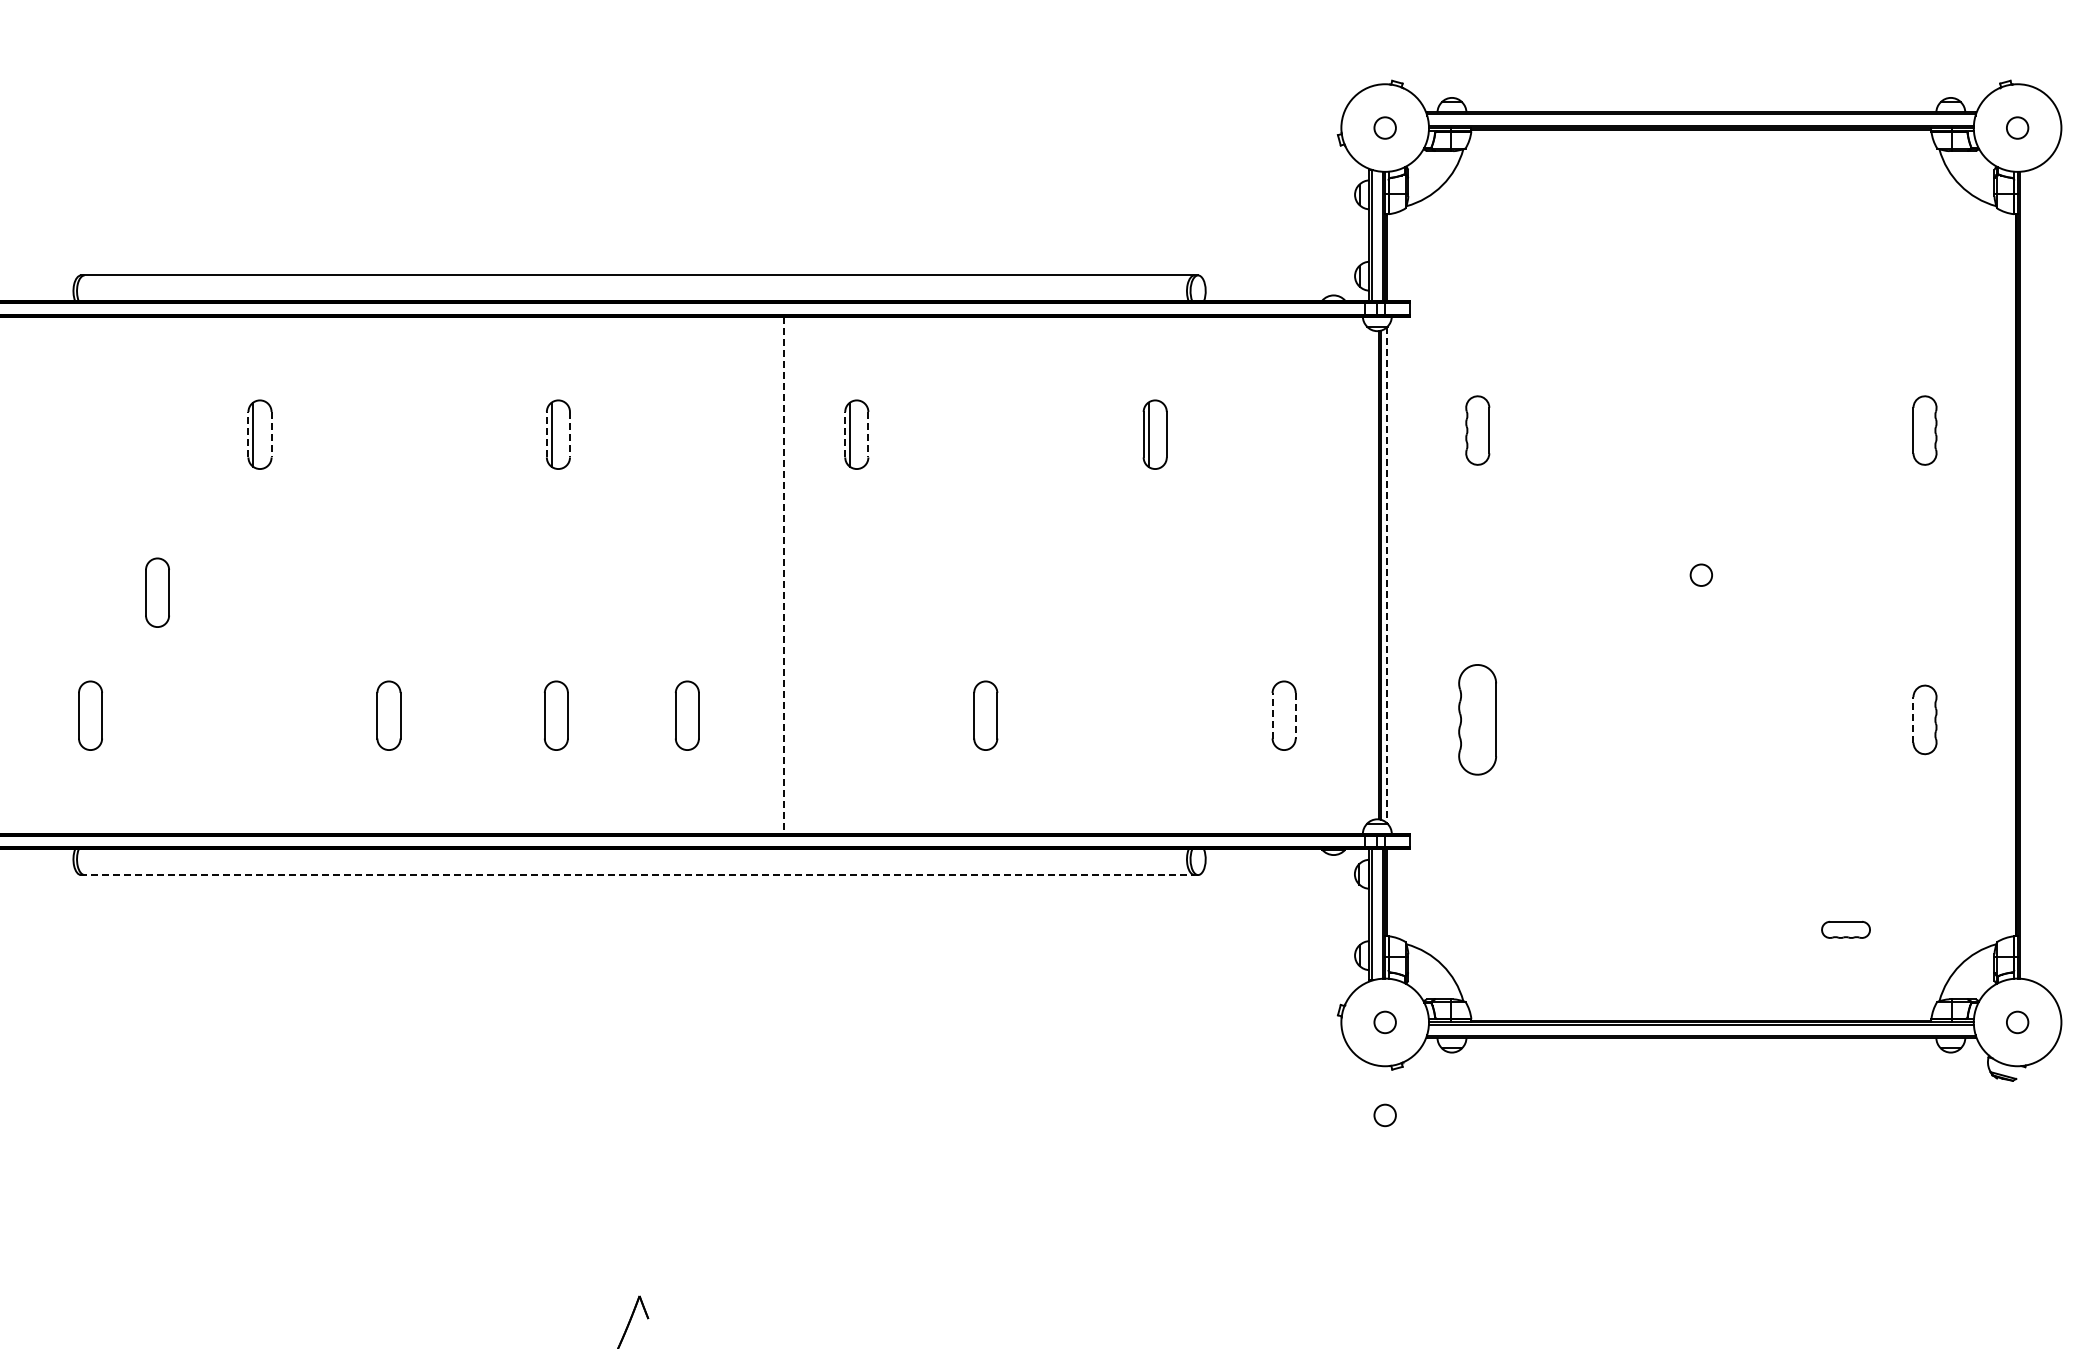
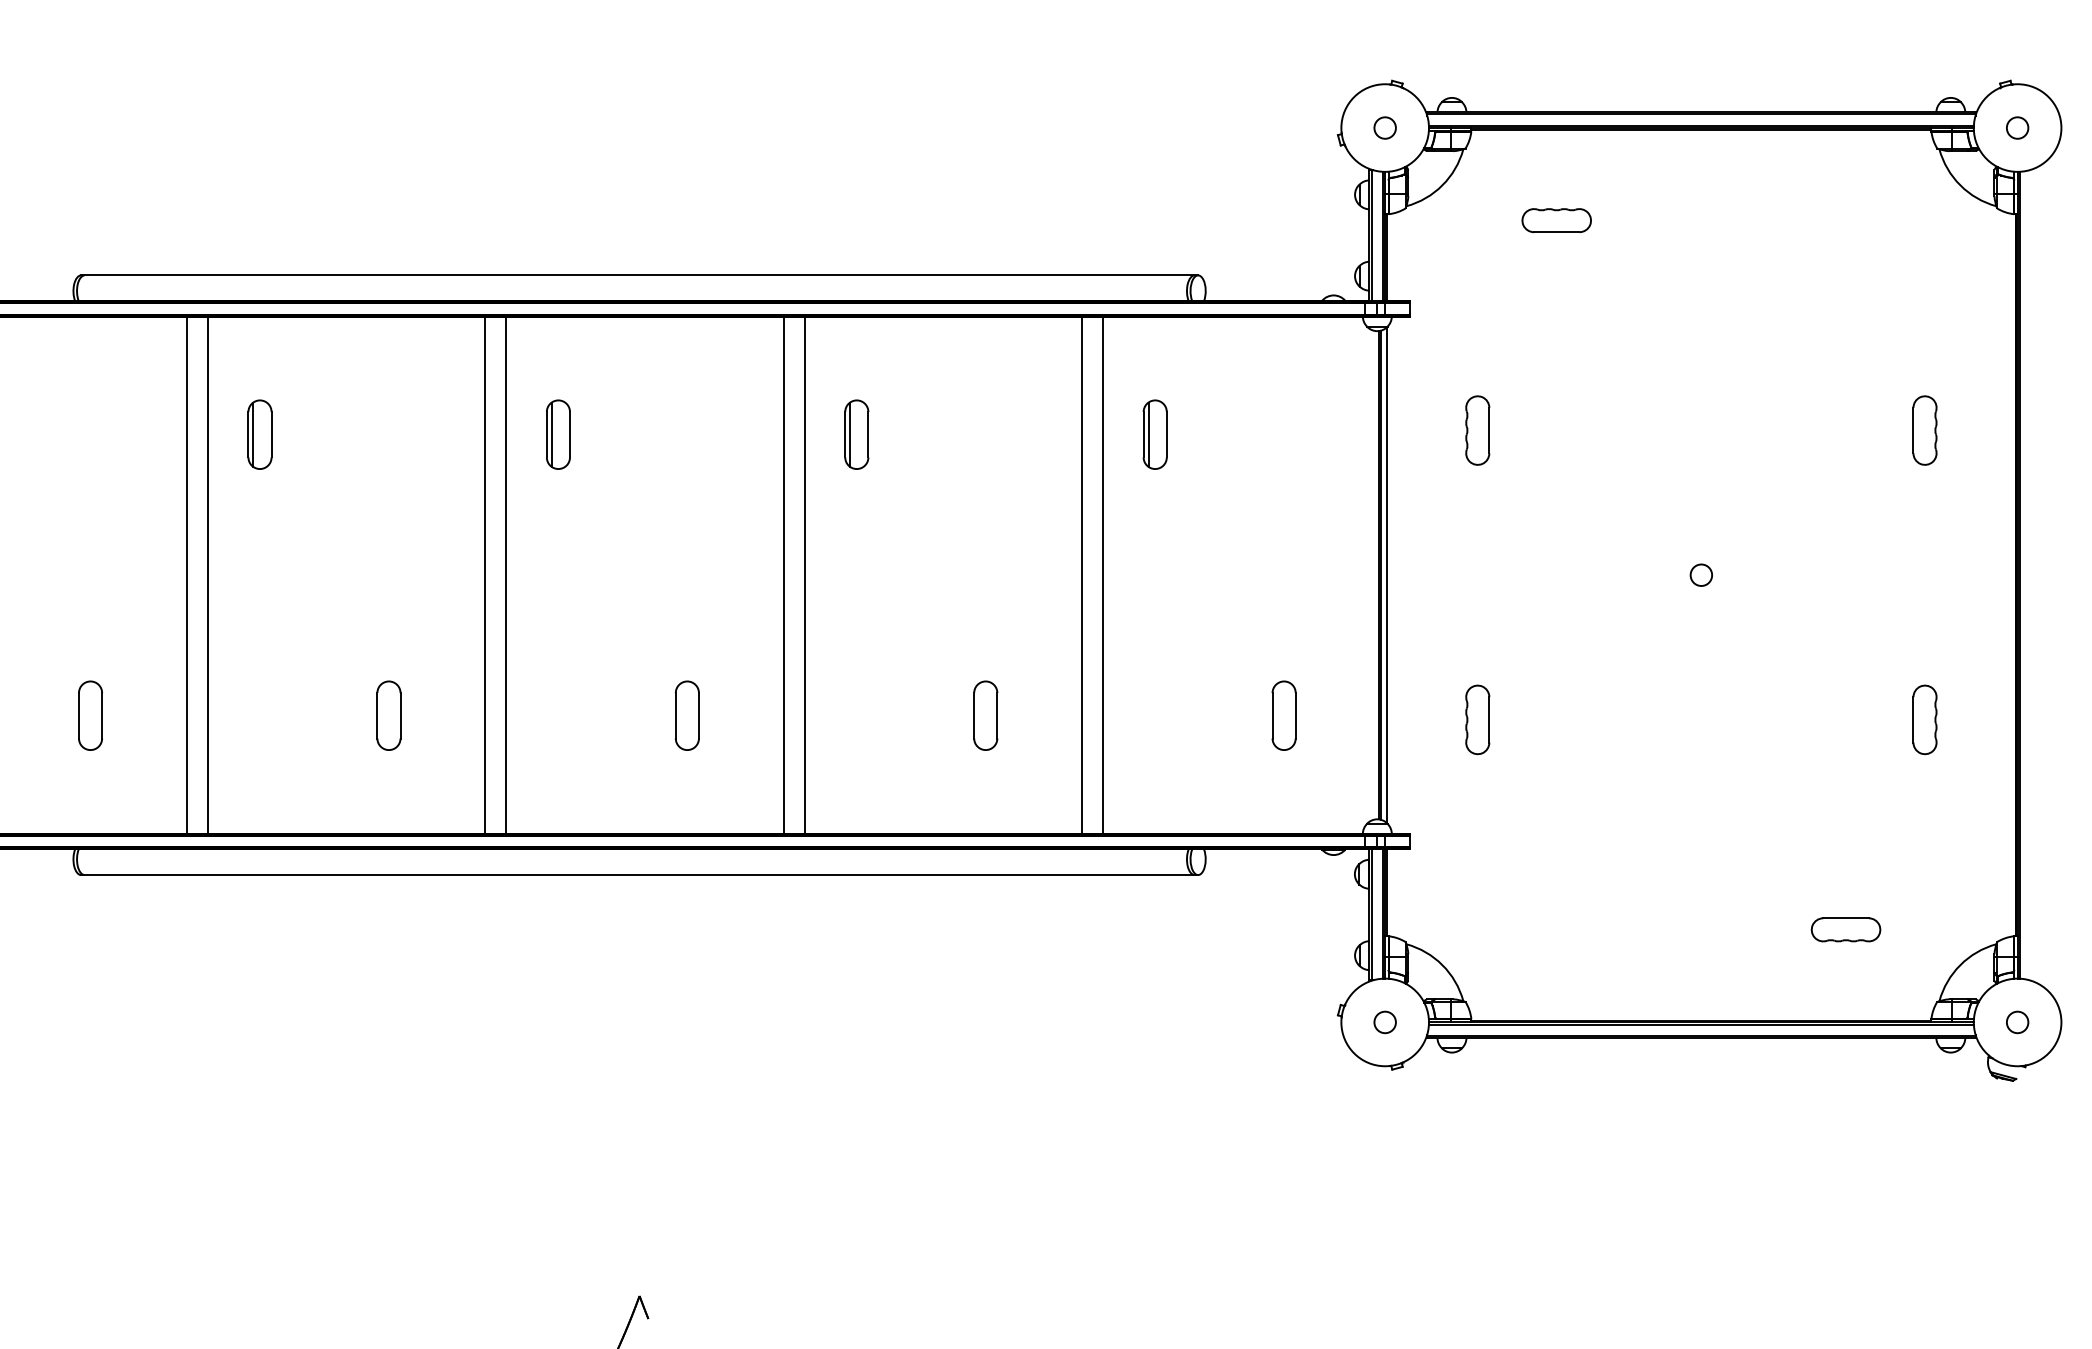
part at (1556, 220): none -> present
line at (248, 434): dashed -> solid
line at (271, 434): dashed -> solid
line at (546, 434): dashed -> solid
line at (570, 434): dashed -> solid
line at (845, 434): dashed -> solid
line at (868, 434): dashed -> solid
line at (186, 574): none -> present
line at (207, 574): none -> present
line at (485, 574): none -> present
line at (506, 574): none -> present
line at (804, 574): none -> present
line at (1082, 574): none -> present
line at (1102, 574): none -> present
line at (783, 575): dashed -> solid
line at (1386, 575): dashed -> solid
part at (157, 592): present -> none
part at (555, 715): present -> none
line at (1272, 715): dashed -> solid
line at (1295, 715): dashed -> solid
part at (1477, 719) size: 39x112 px -> 26x72 px
line at (1913, 719): dashed -> solid
line at (639, 875): dashed -> solid
part at (1845, 929) size: 50x19 px -> 72x26 px
circle at (1384, 1115): present -> none
